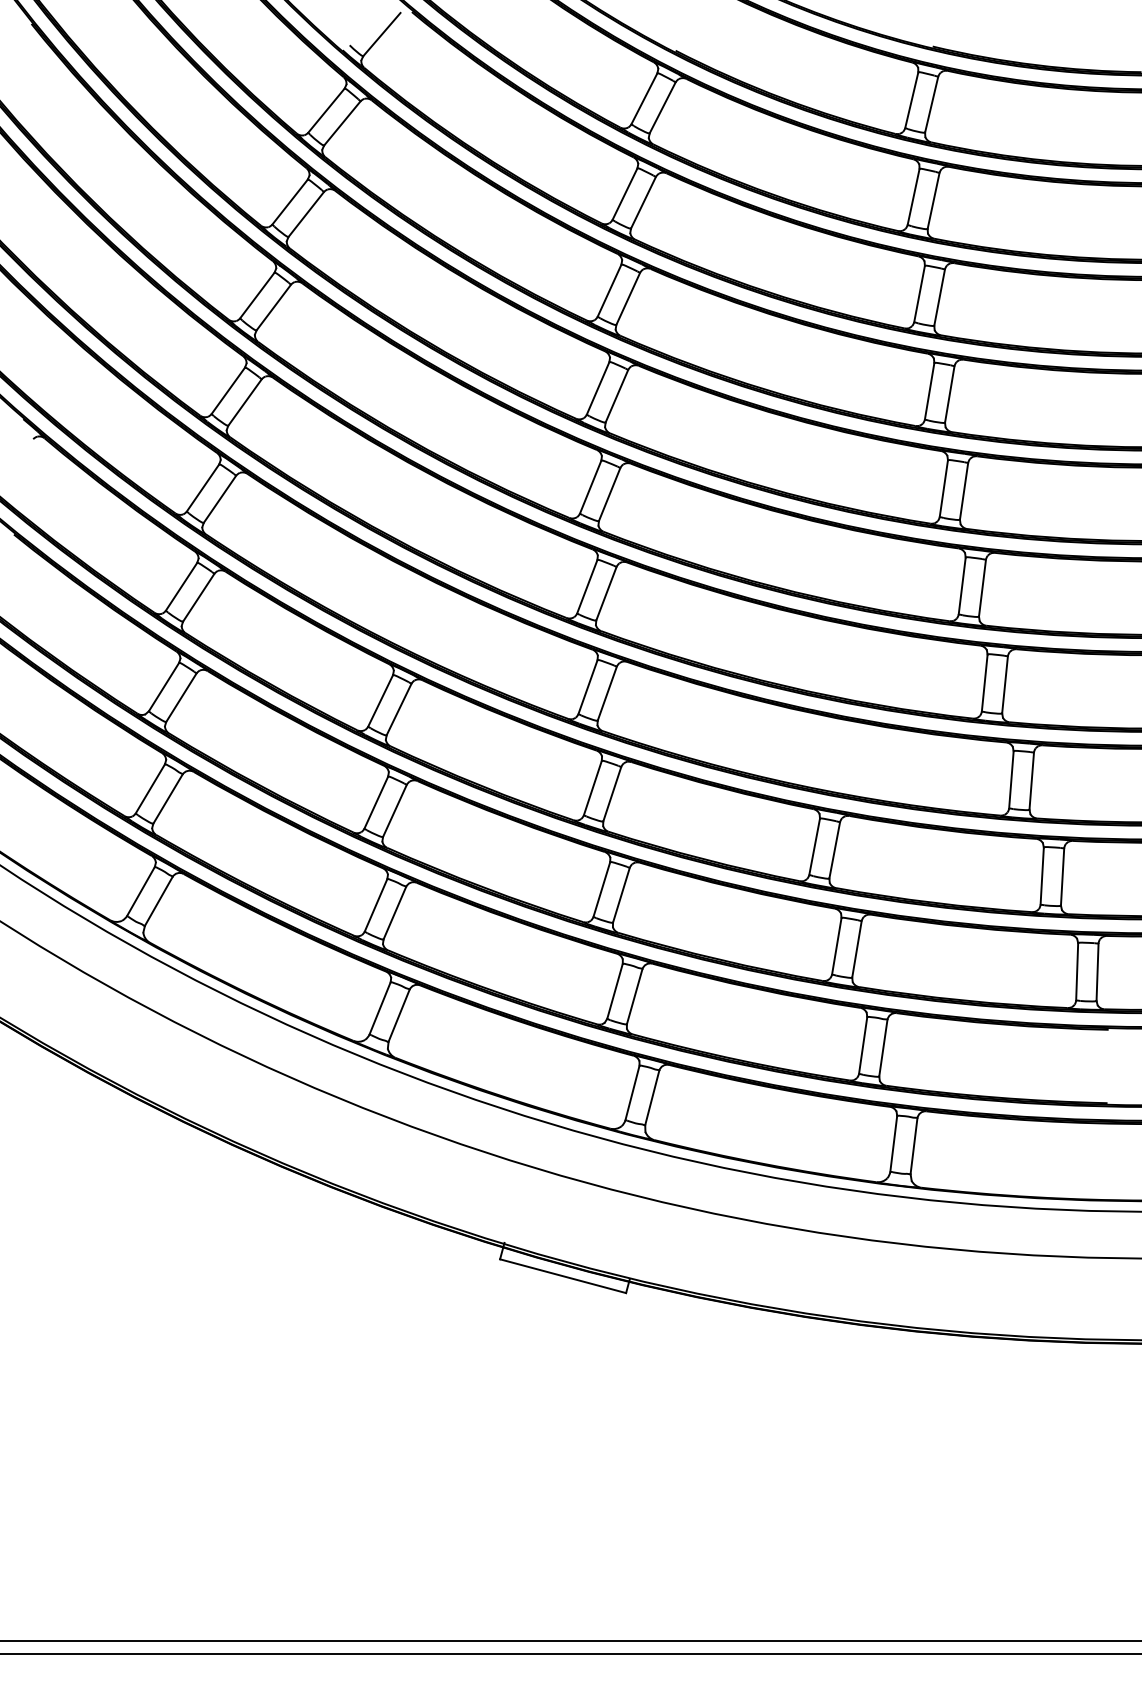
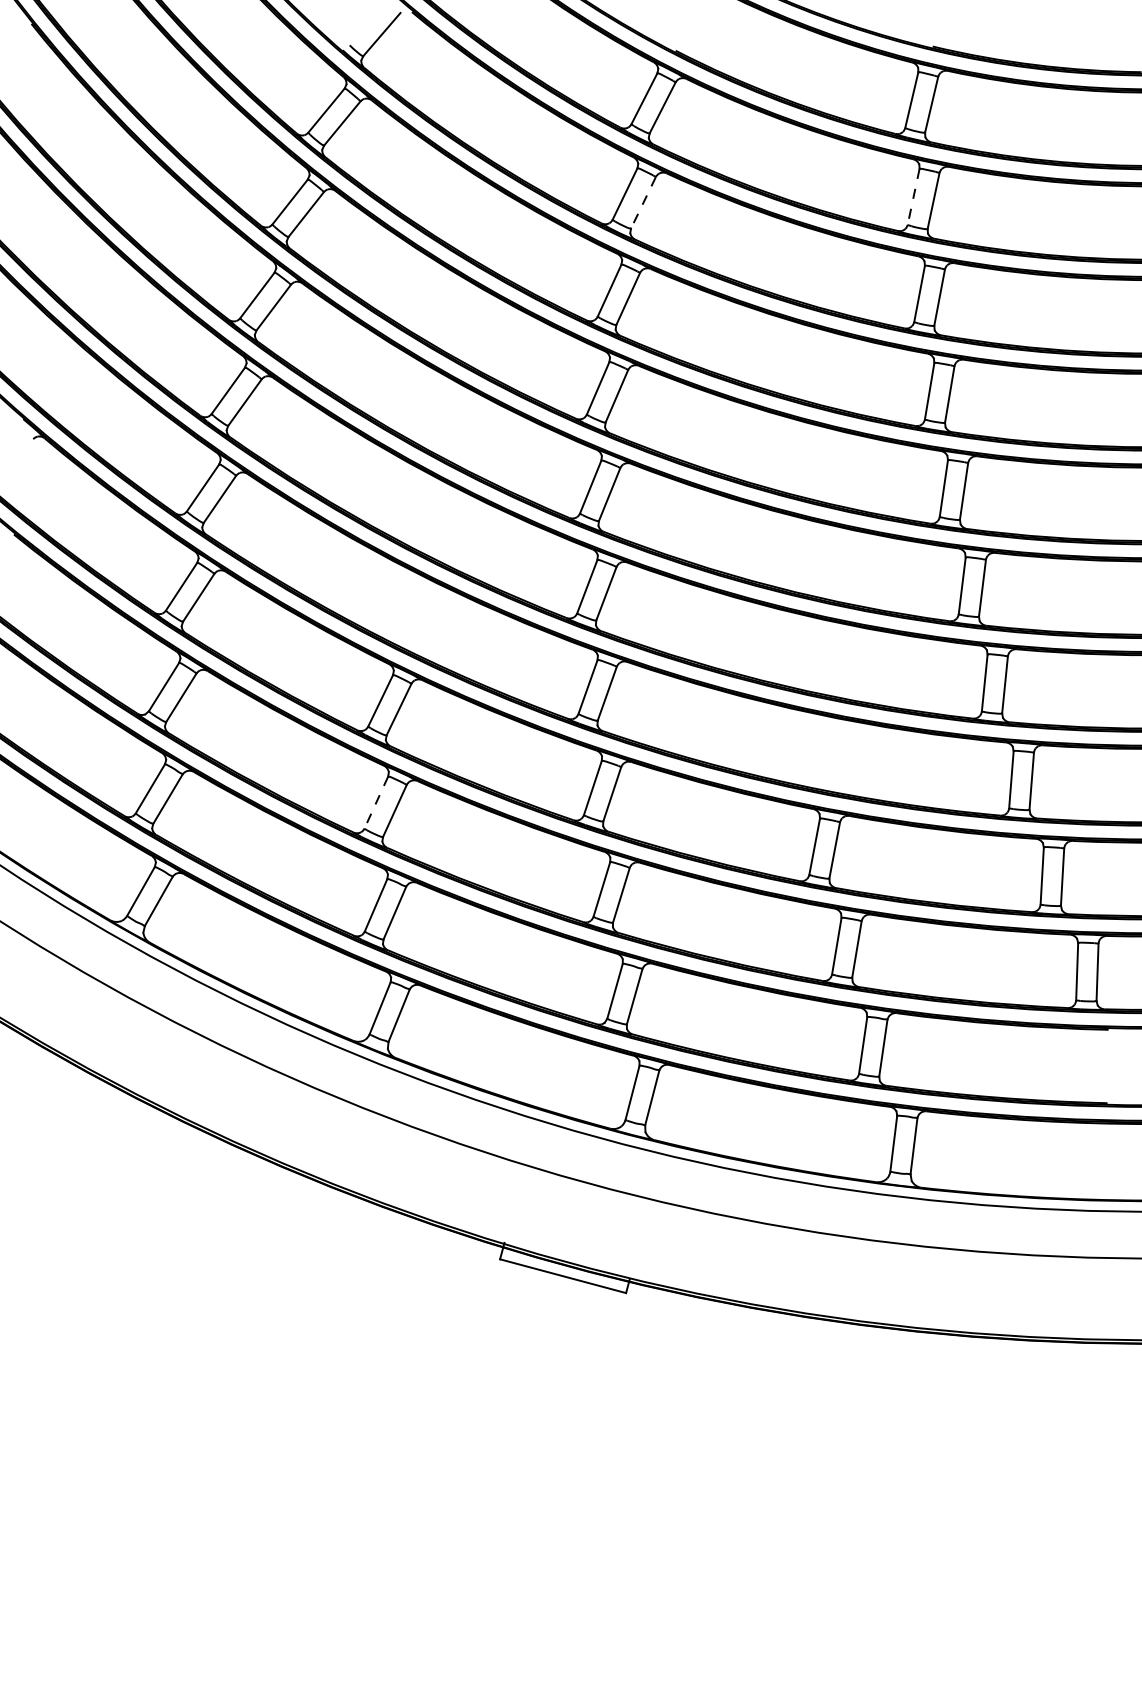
line at (913, 196): solid -> dashed
line at (643, 202): solid -> dashed
line at (376, 802): solid -> dashed
line at (570, 1640): present -> none
line at (570, 1653): present -> none
